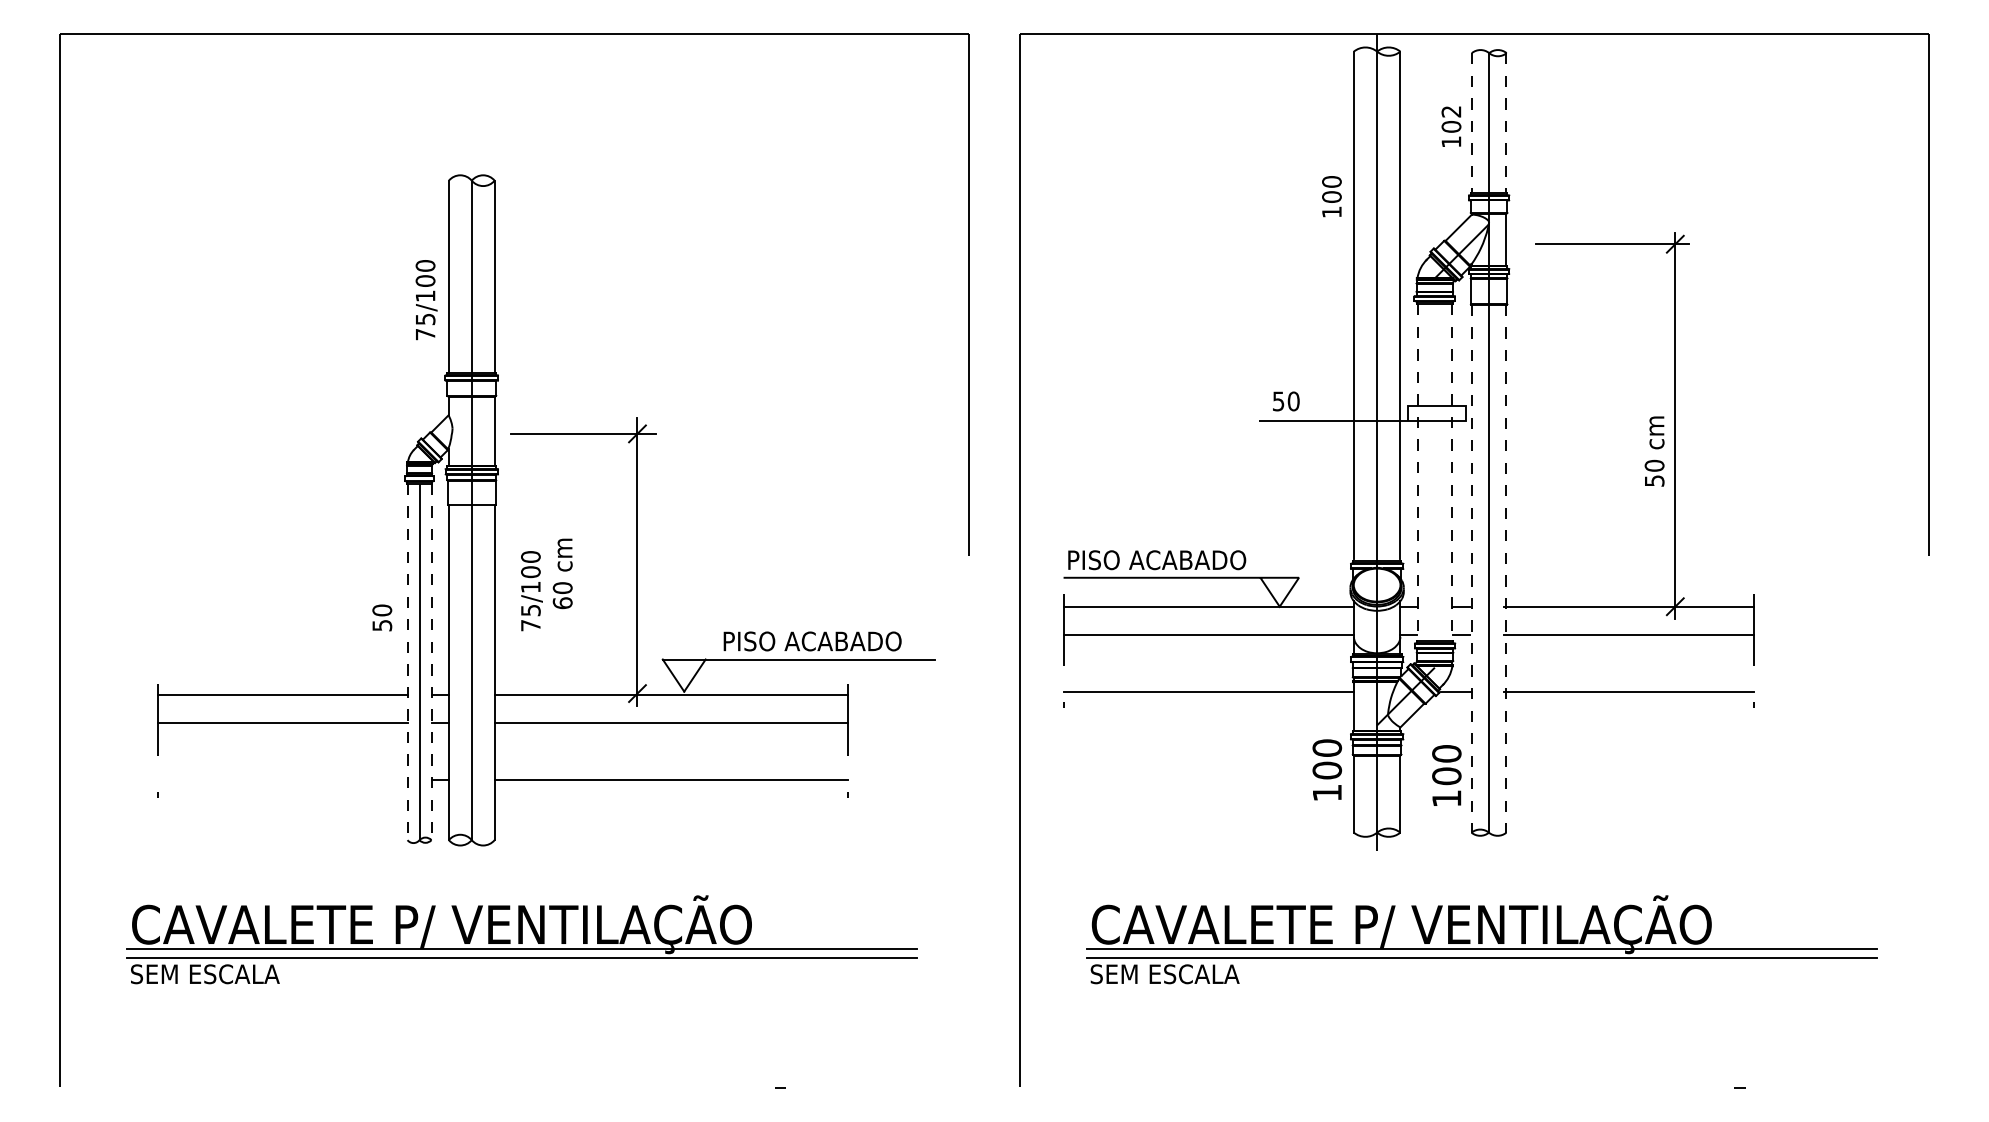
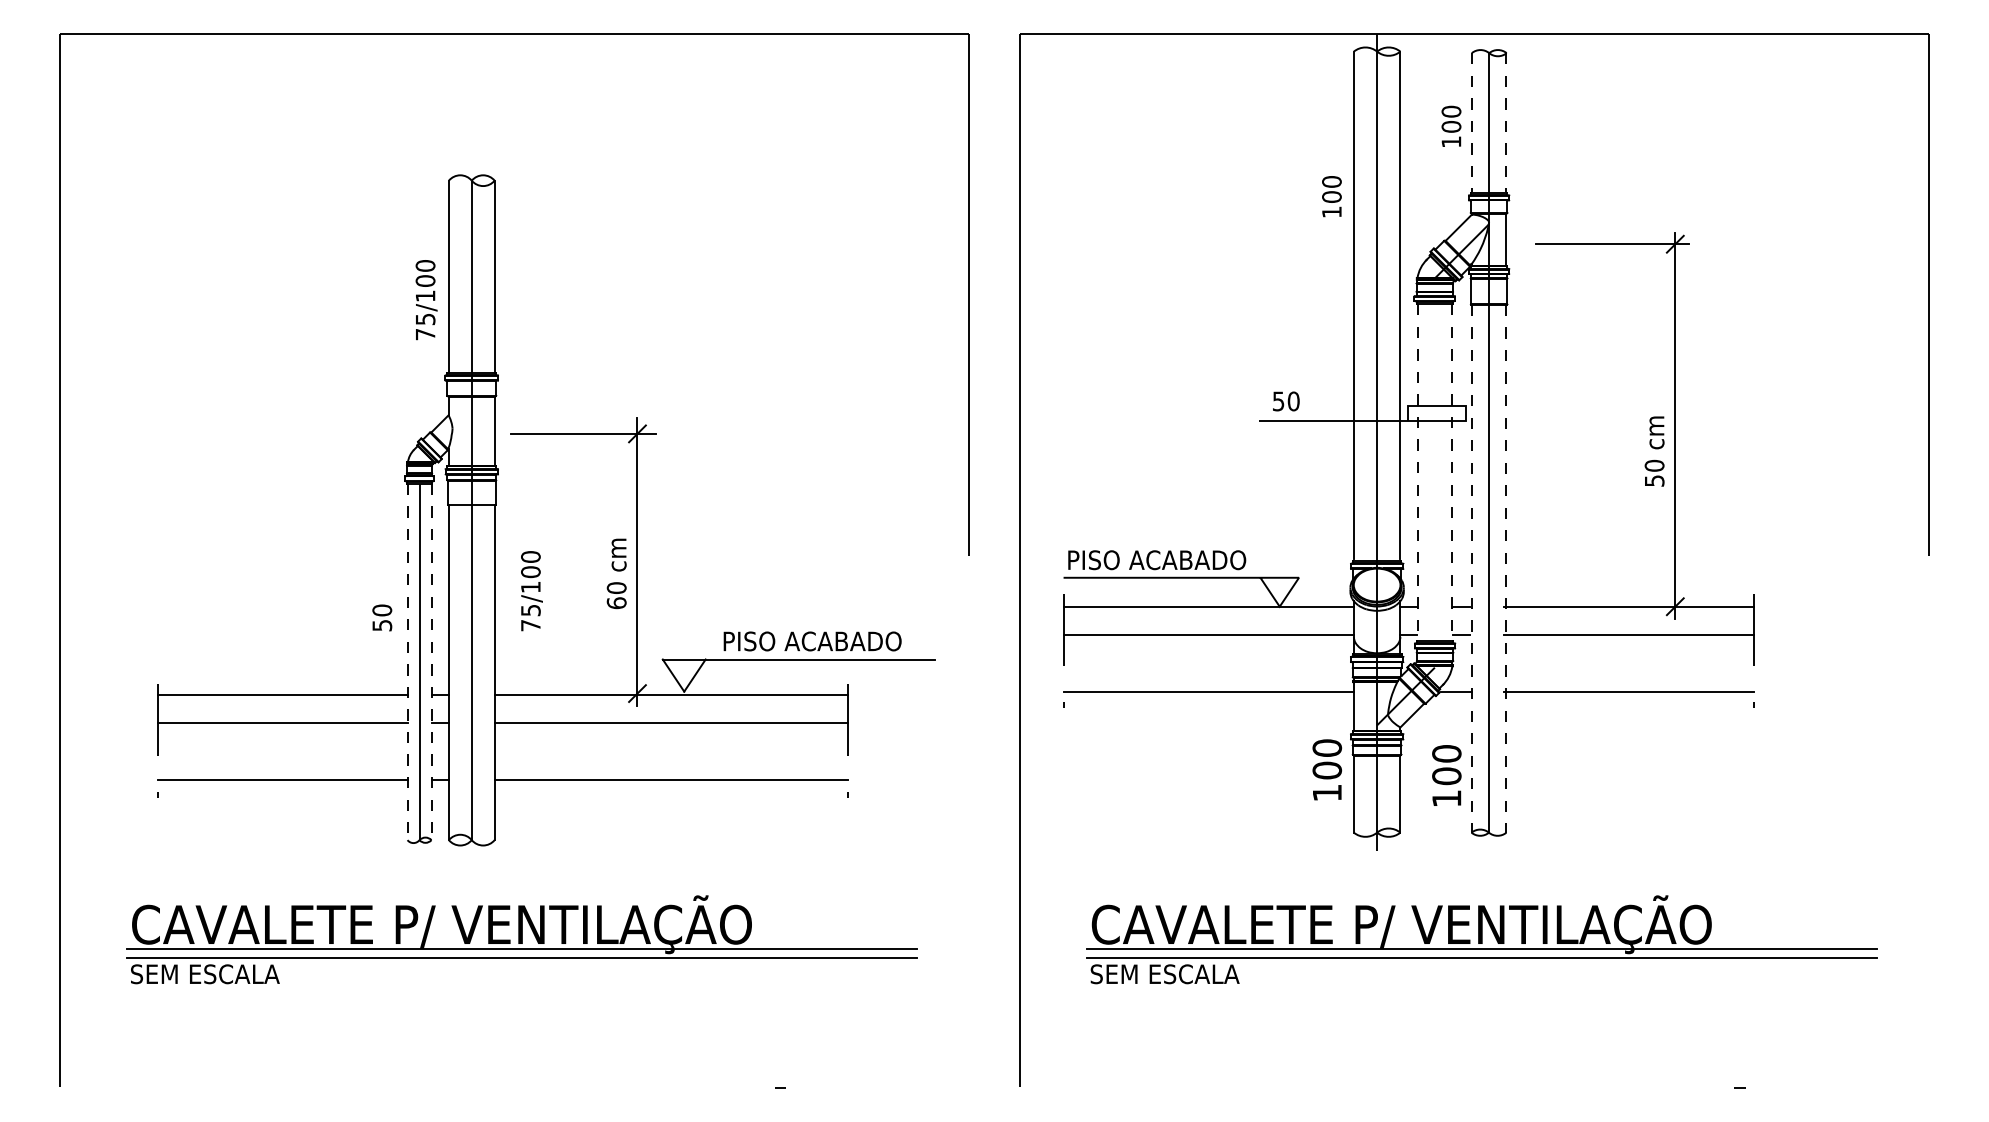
text at (1451, 111): 102 -> 100
text at (562, 573) position: (562, 573) -> (616, 573)
line at (282, 780): none -> present
